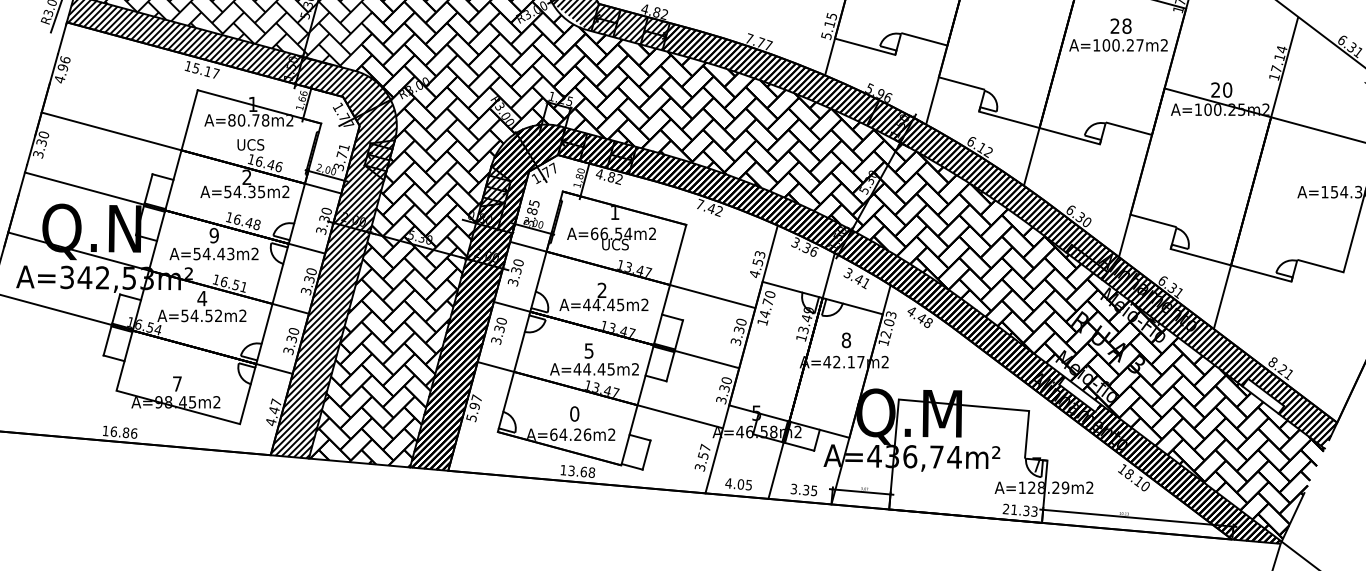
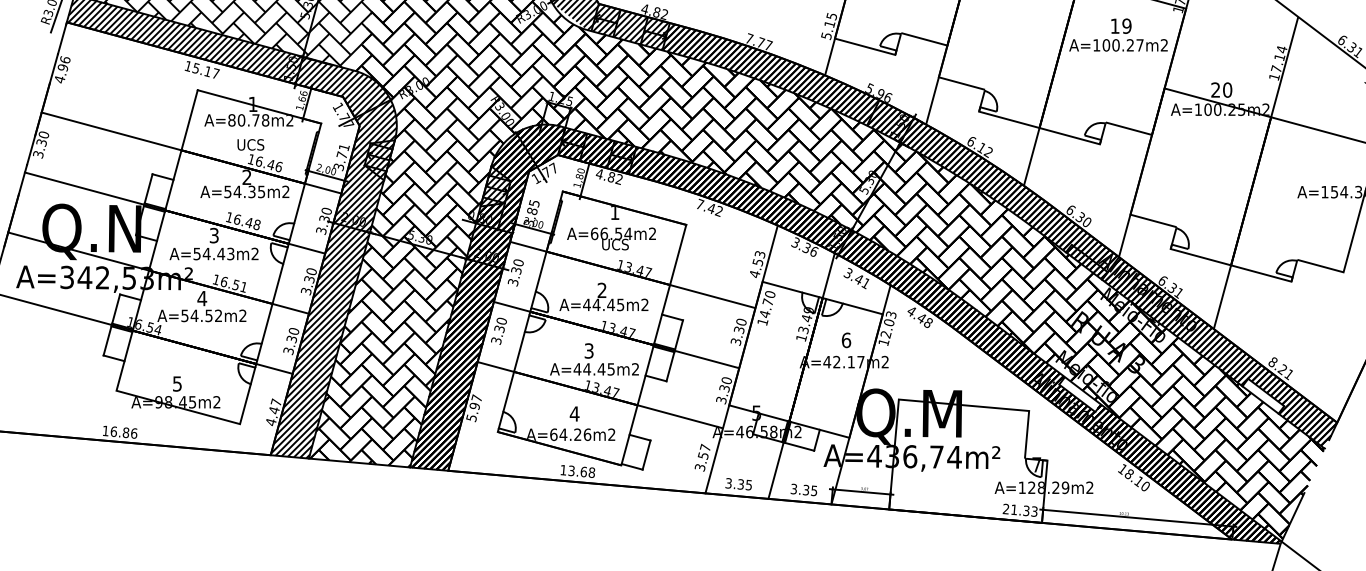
text at (1120, 25): 28 -> 19
text at (213, 235): 9 -> 3
text at (846, 339): 8 -> 6
text at (589, 350): 5 -> 3
text at (177, 383): 7 -> 5
text at (574, 413): 0 -> 4
text at (734, 483): 4.05 -> 3.35
